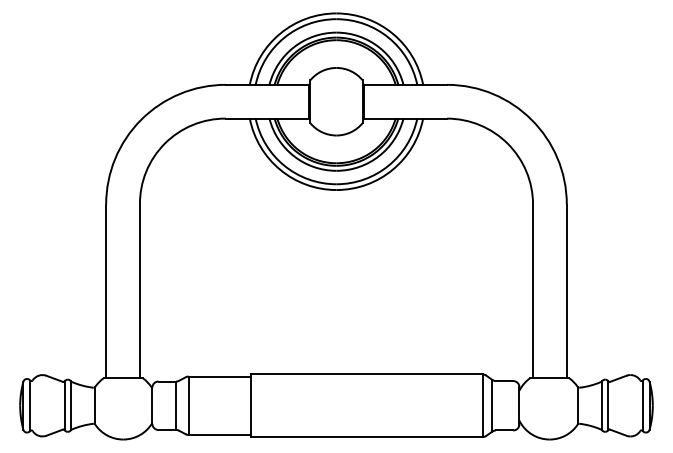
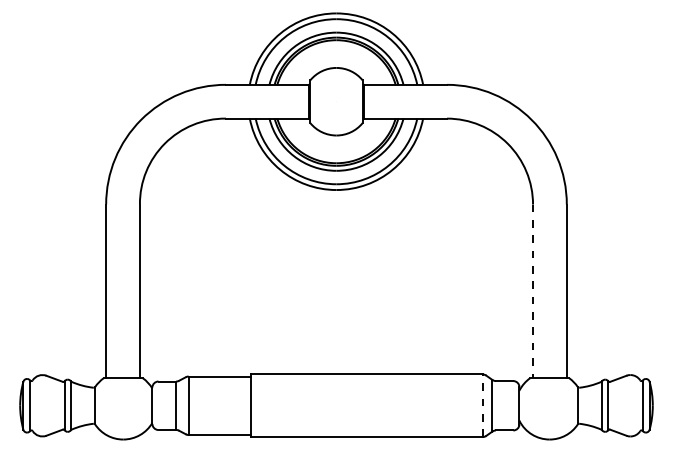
line at (533, 291): solid -> dashed
line at (482, 405): solid -> dashed
